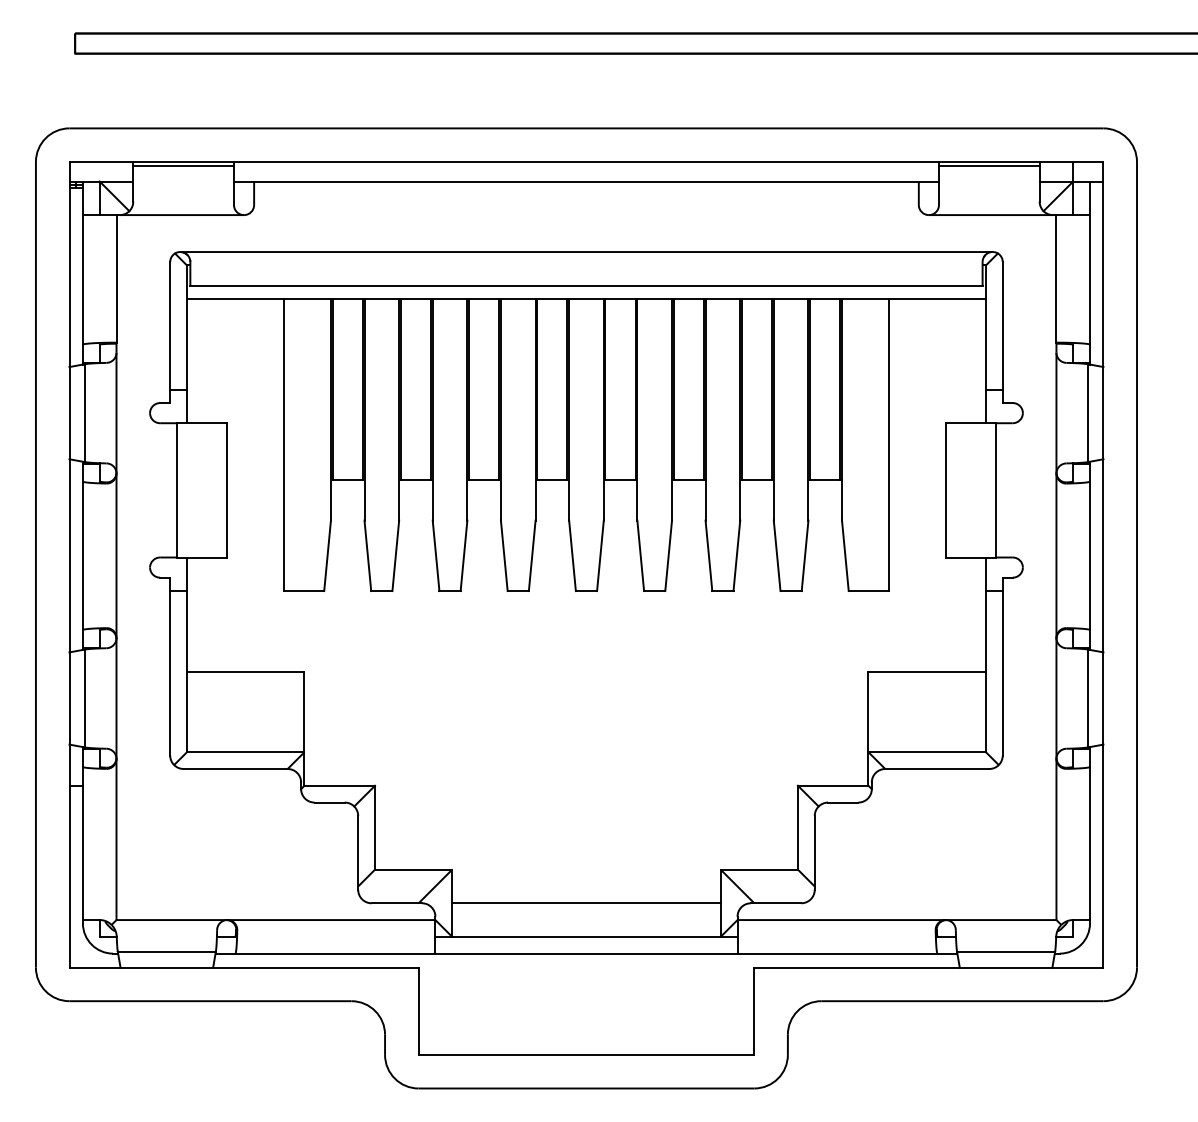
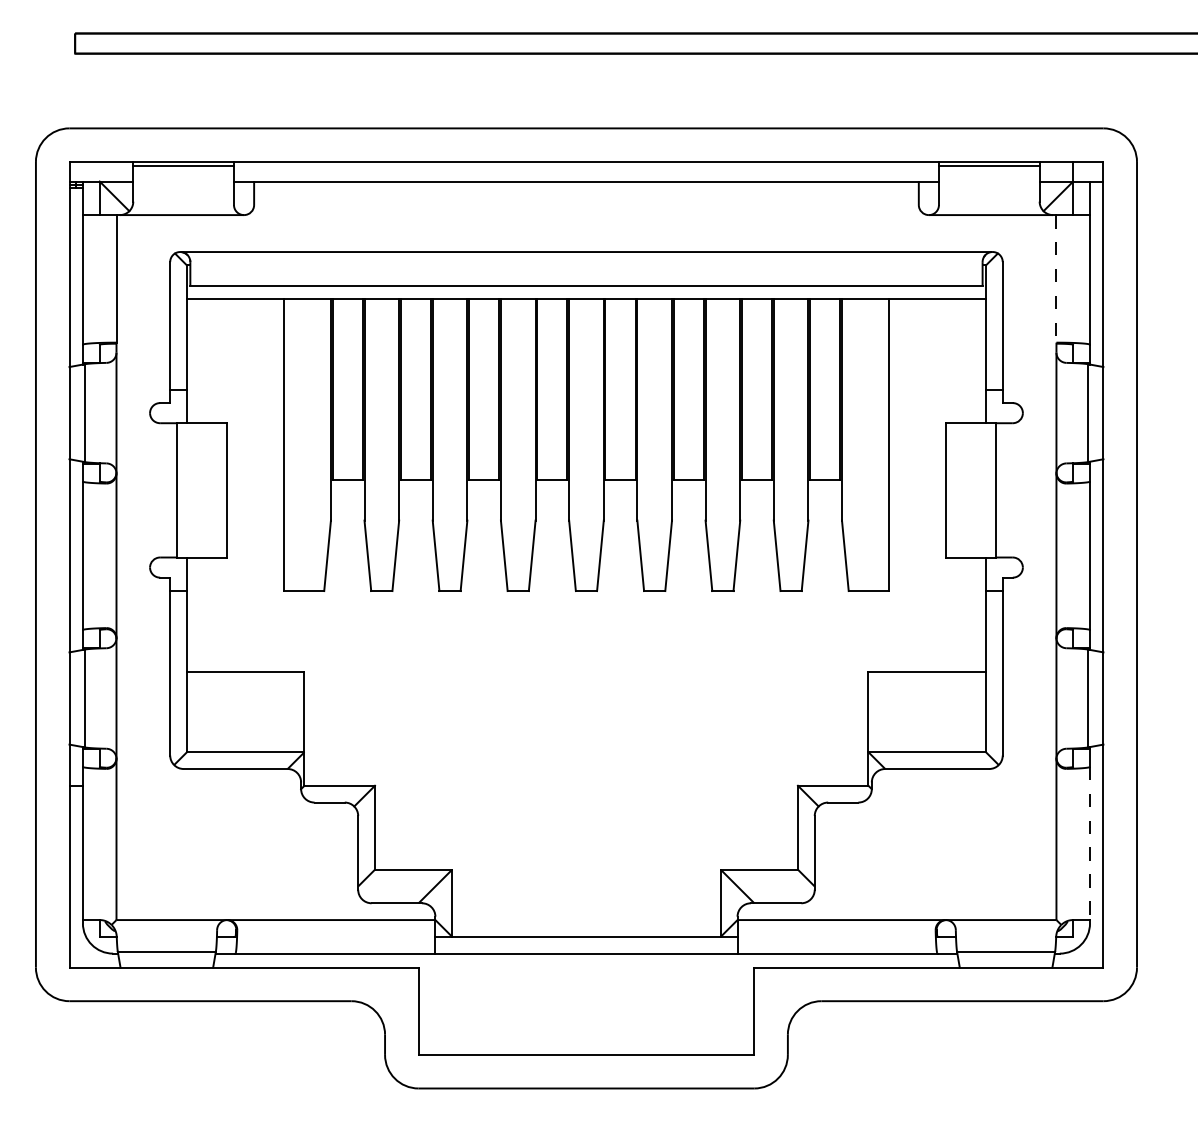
line at (1056, 278): solid -> dashed
line at (1090, 843): solid -> dashed
line at (586, 903): present -> none
